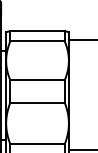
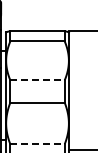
line at (81, 40) position: (81, 40) -> (81, 31)
line at (38, 80): solid -> dashed
line at (38, 144): solid -> dashed
